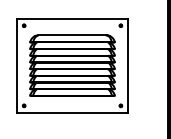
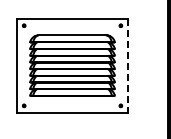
line at (127, 65): solid -> dashed
